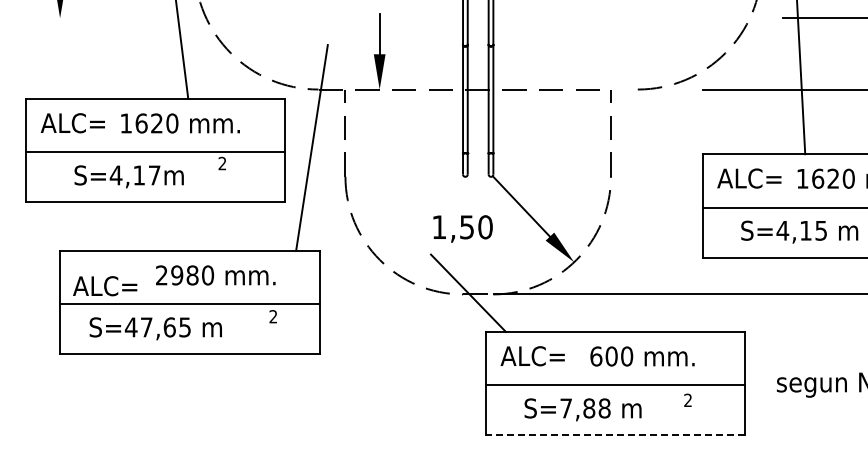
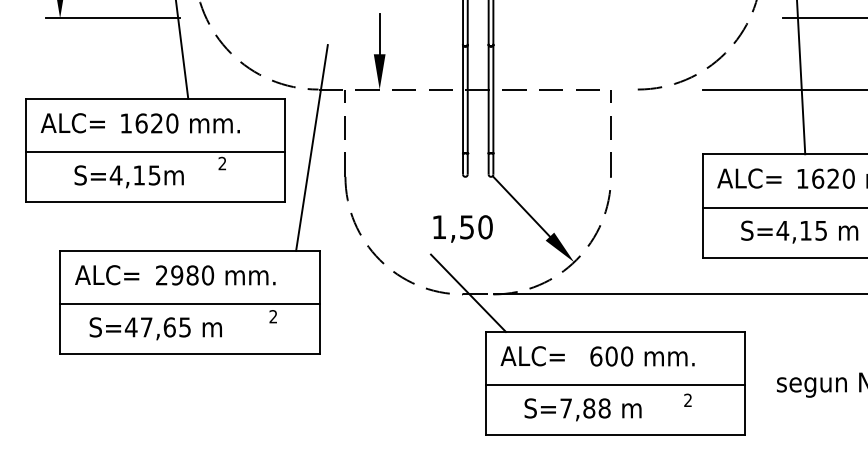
line at (113, 18): none -> present
text at (154, 175): S=4,17m -> S=4,15m
text at (105, 286) position: (105, 286) -> (107, 275)
line at (615, 435): dashed -> solid
